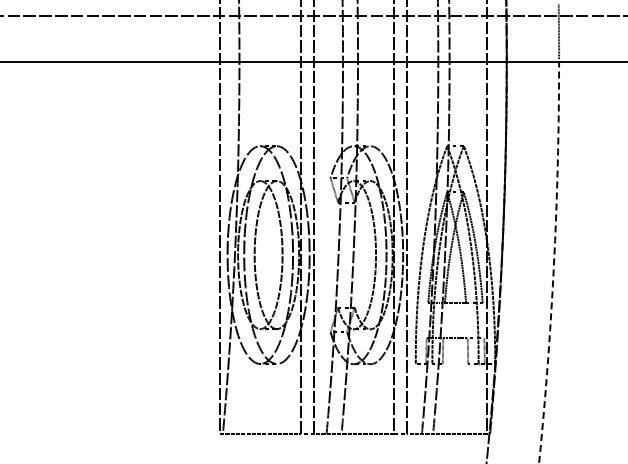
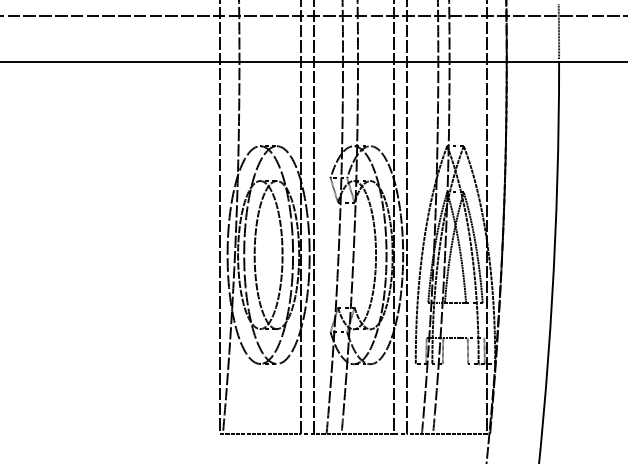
arc at (553, 263): dashed -> solid
